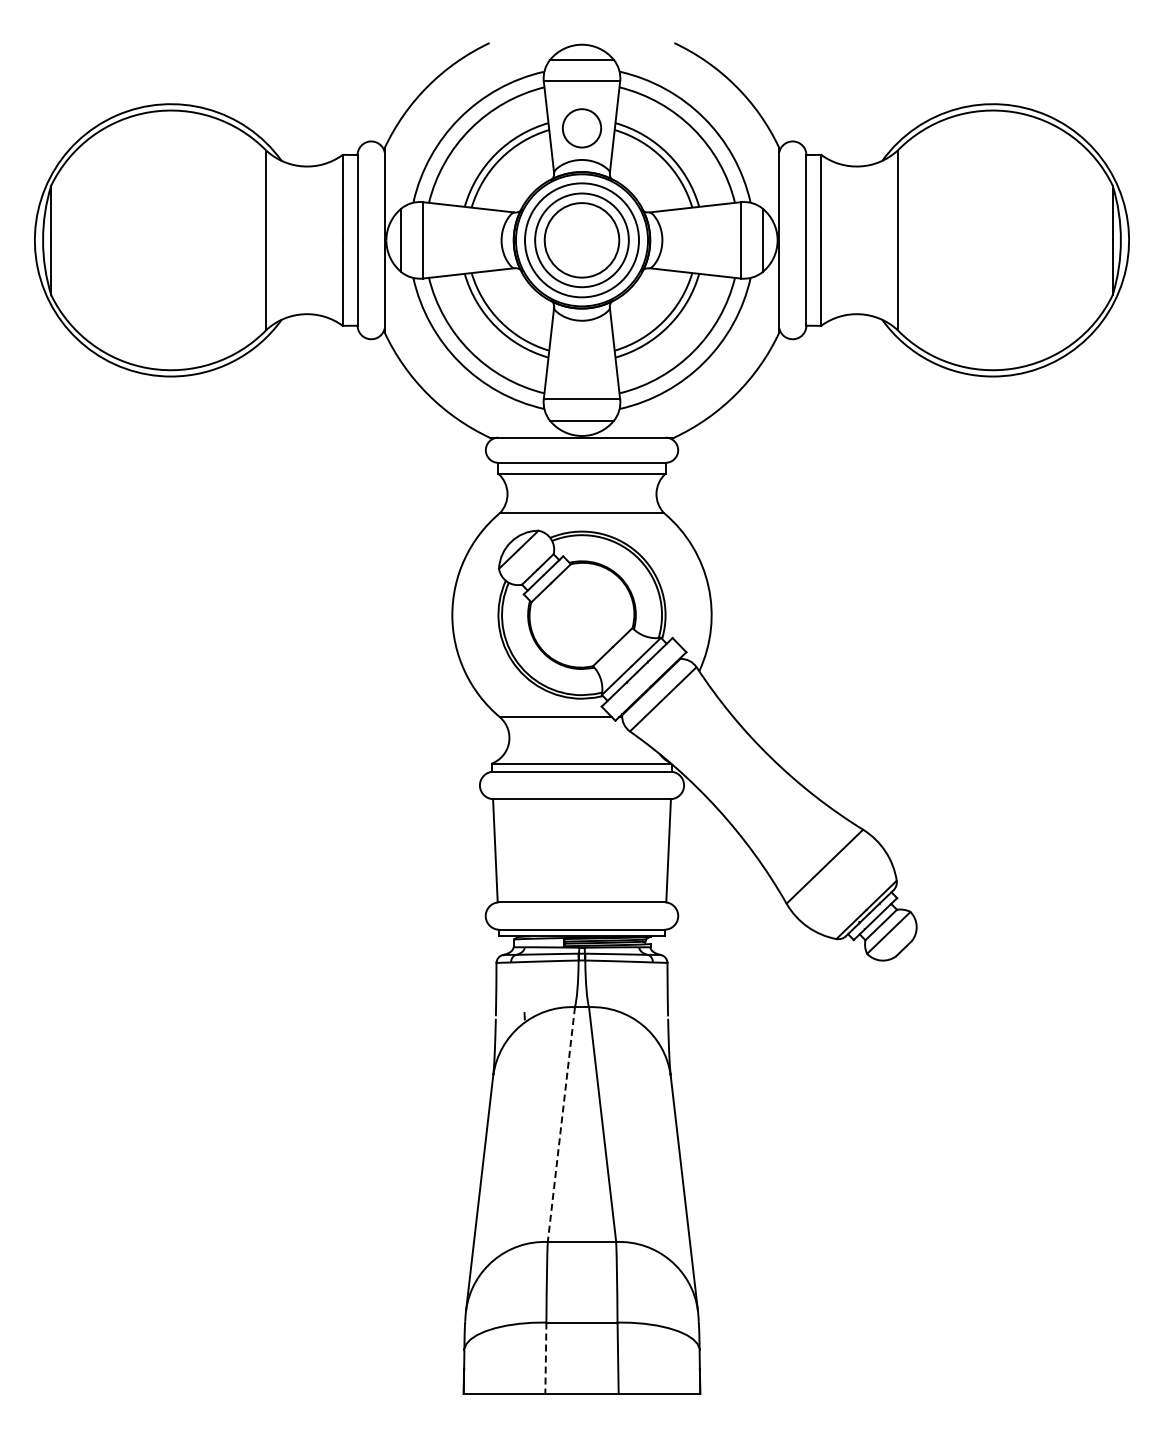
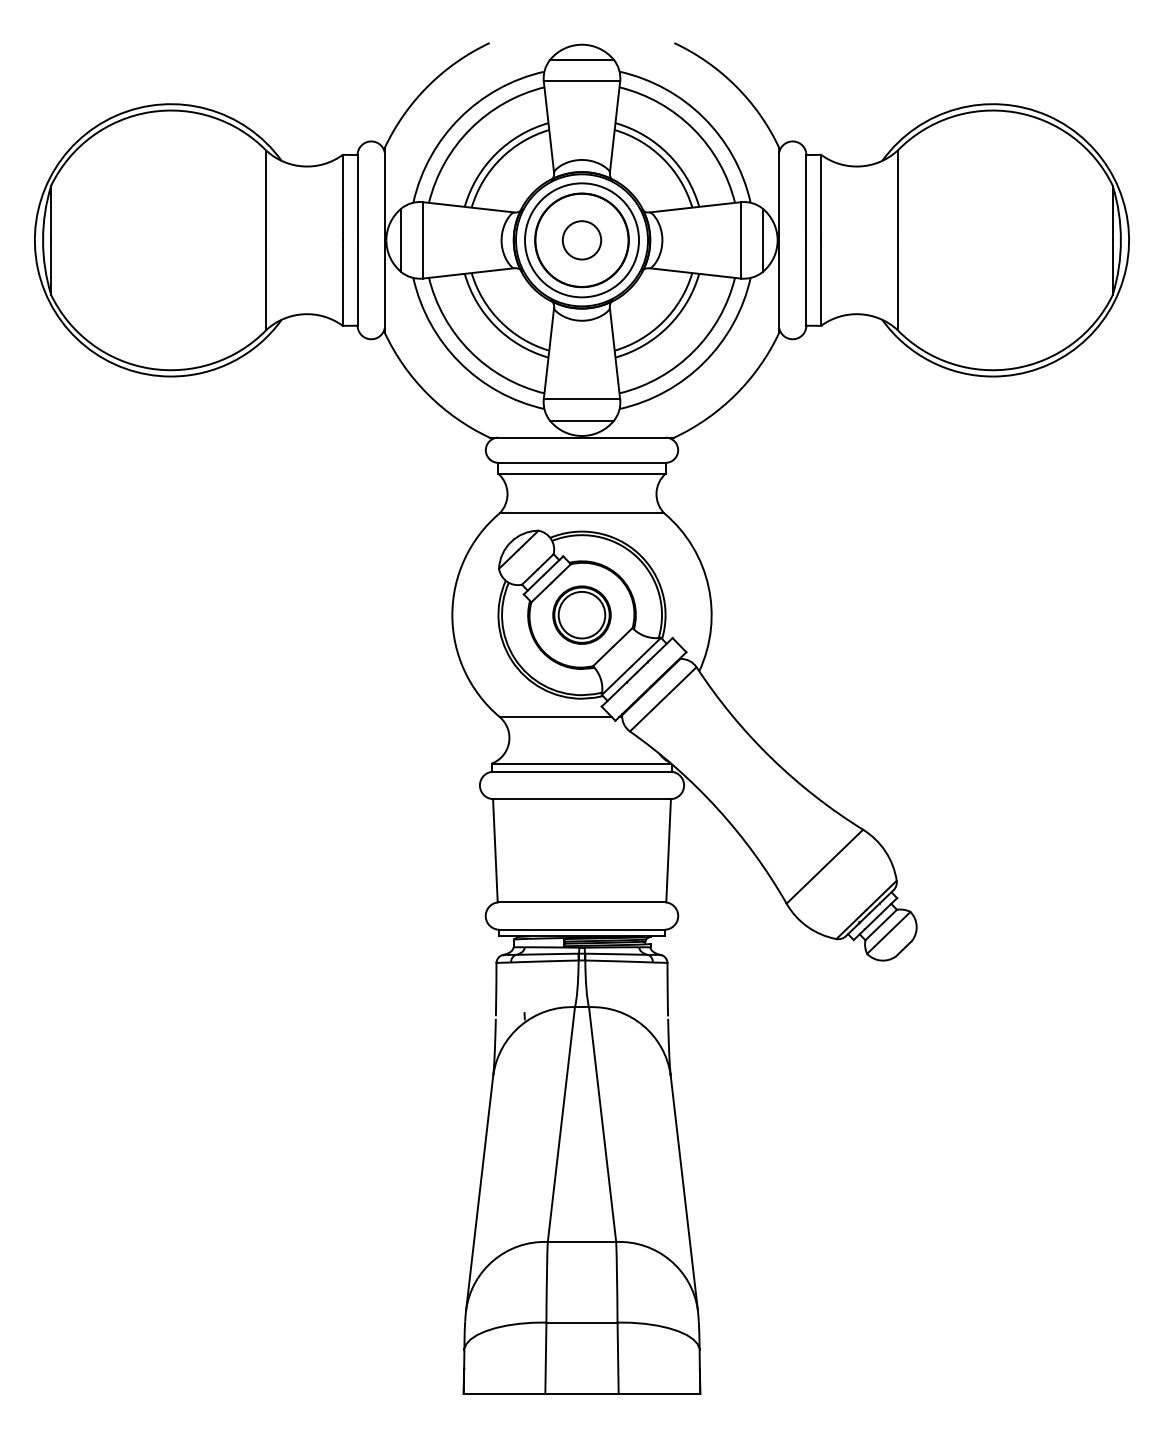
circle at (582, 128) position: (582, 128) -> (582, 240)
circle at (581, 240) diameter: 75 px -> 93 px
part at (581, 614): none -> present
line at (561, 1125): dashed -> solid
line at (545, 1358): dashed -> solid
